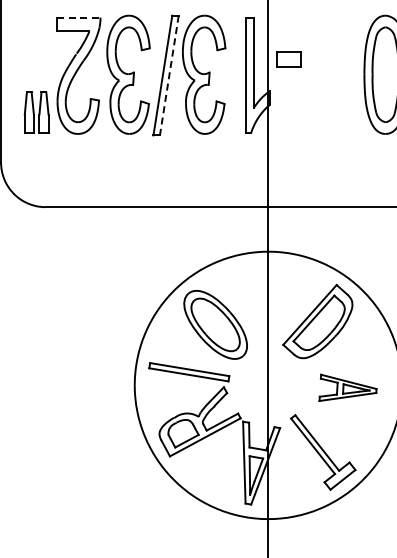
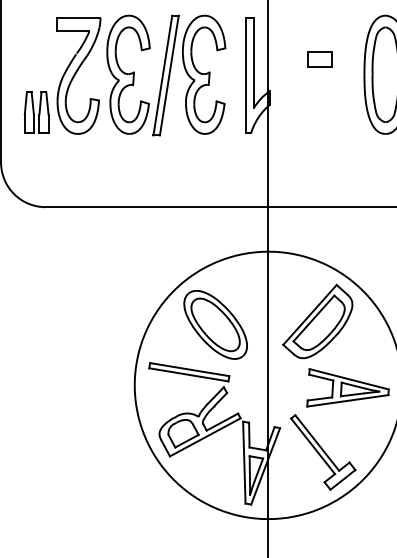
line at (78, 17): dashed -> solid
part at (288, 59) position: (288, 59) -> (319, 59)
line at (169, 75): dashed -> solid
part at (347, 387) size: 60x29 px -> 84x40 px
